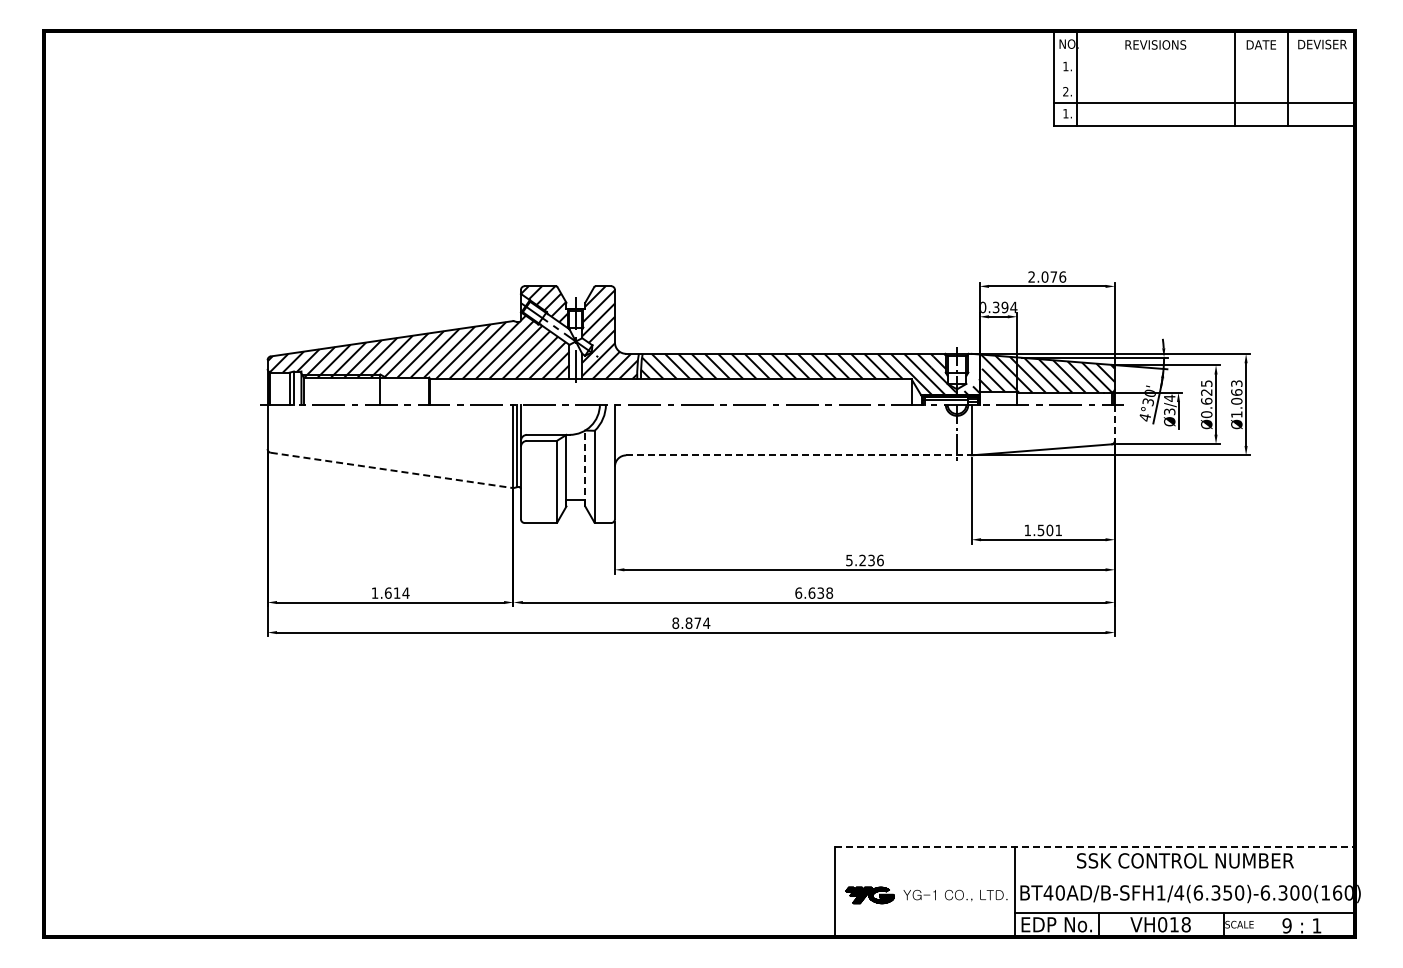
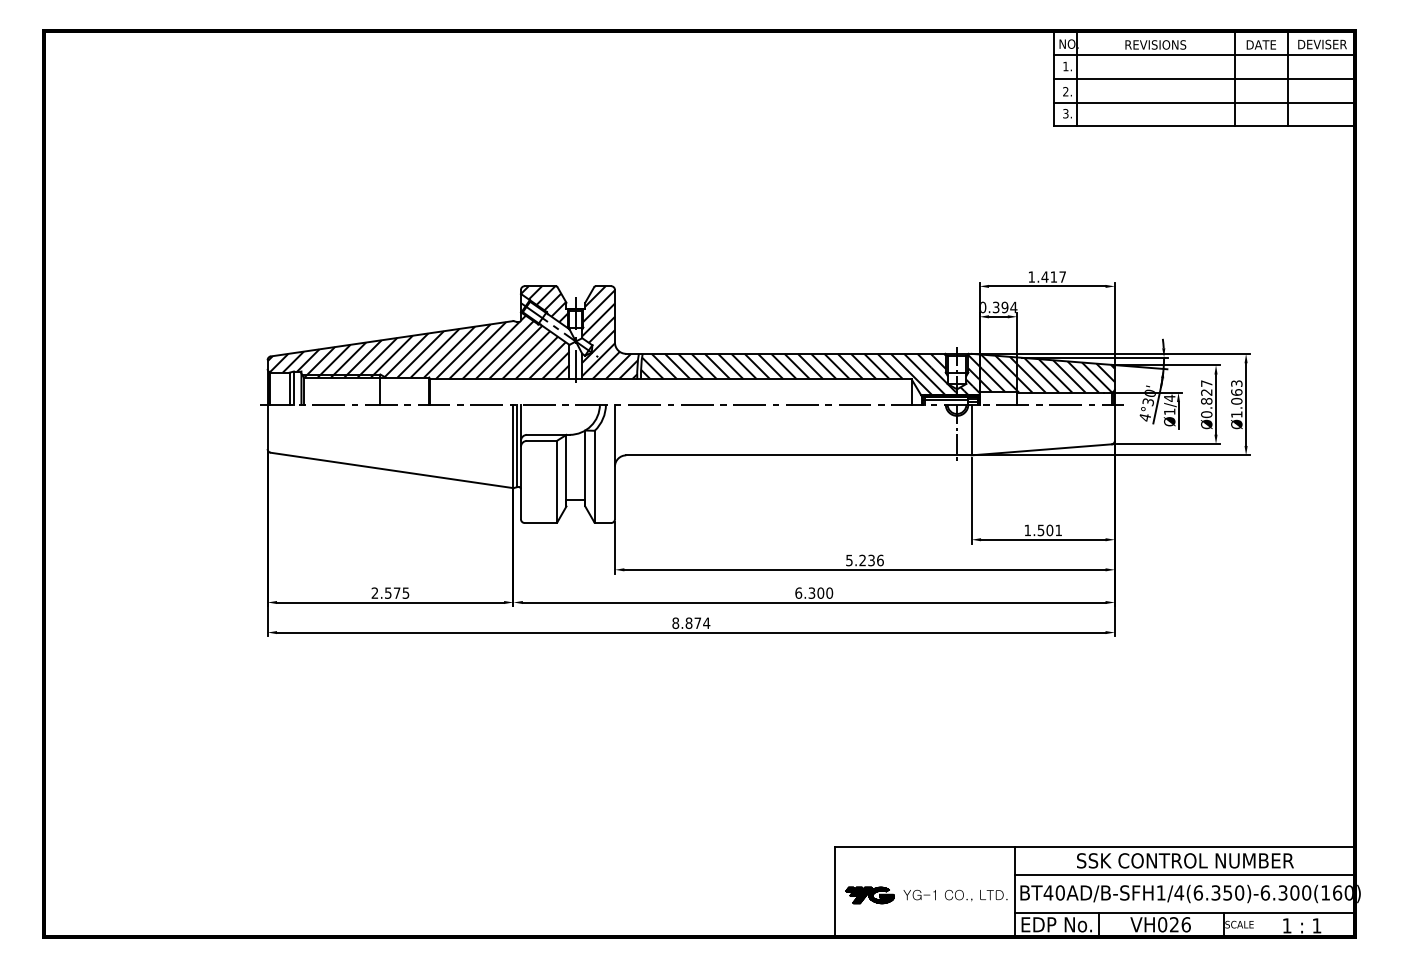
line at (1204, 55): none -> present
line at (1204, 79): none -> present
text at (1065, 113): 1. -> 3.
text at (1047, 276): 2.076 -> 1.417
hatch at (971, 373): none -> present
text at (1206, 392): Ø0.625 -> Ø0.827
text at (1169, 411): Ø3/4 -> Ø1/4
line at (1114, 422): dashed -> solid
line at (798, 455): dashed -> solid
line at (585, 468): dashed -> solid
line at (392, 470): dashed -> solid
text at (390, 592): 1.614 -> 2.575
text at (820, 592): 6.638 -> 6.300
line at (1095, 846): dashed -> solid
line at (1185, 874): none -> present
text at (1180, 924): VH018 -> VH026
text at (1286, 925): 9 -> 1
